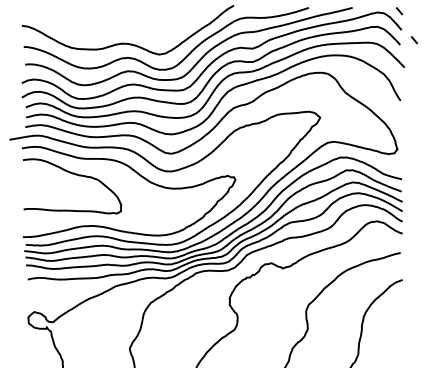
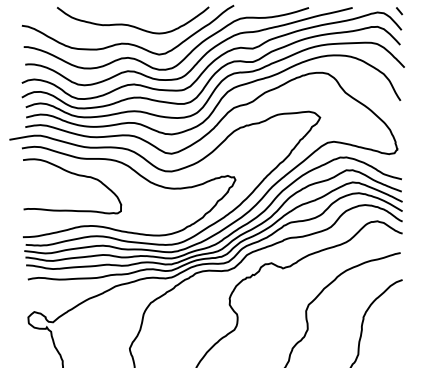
curve at (133, 25): none -> present
line at (414, 40): present -> none
